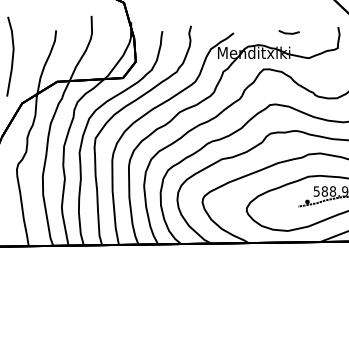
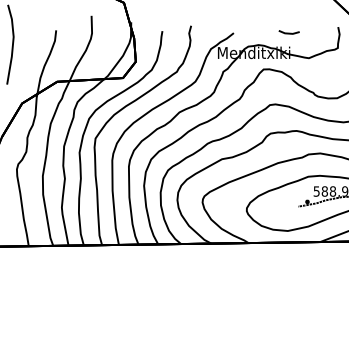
line at (12, 56) position: (12, 56) -> (12, 44)
